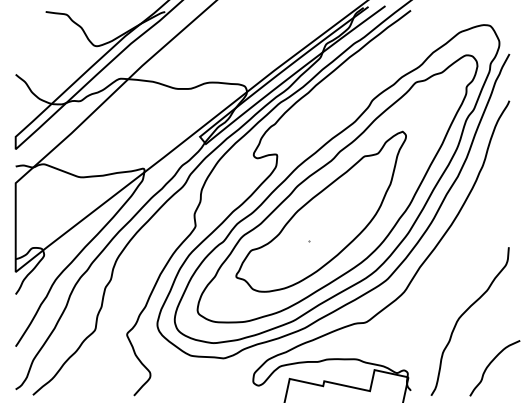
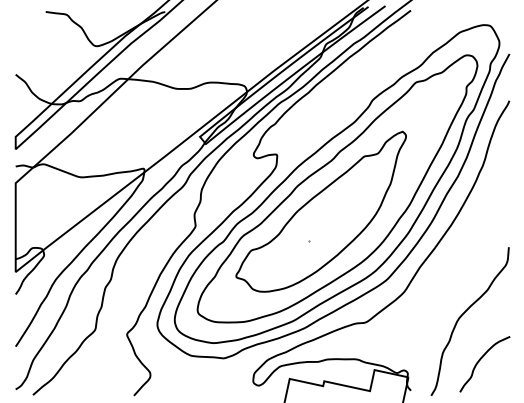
curve at (490, 364) position: (490, 364) -> (480, 360)
